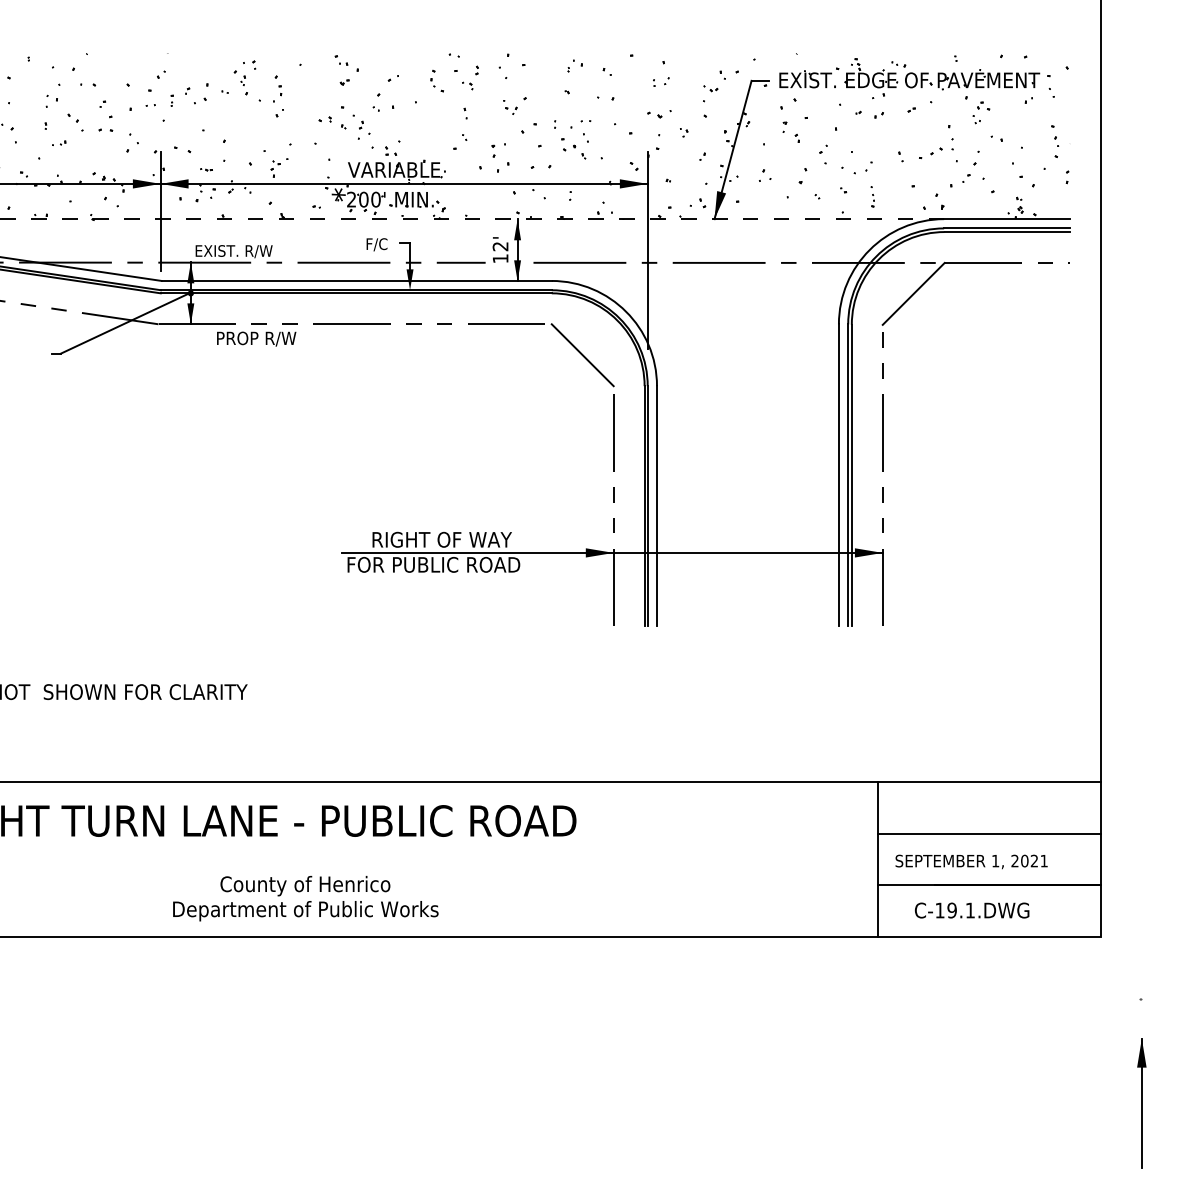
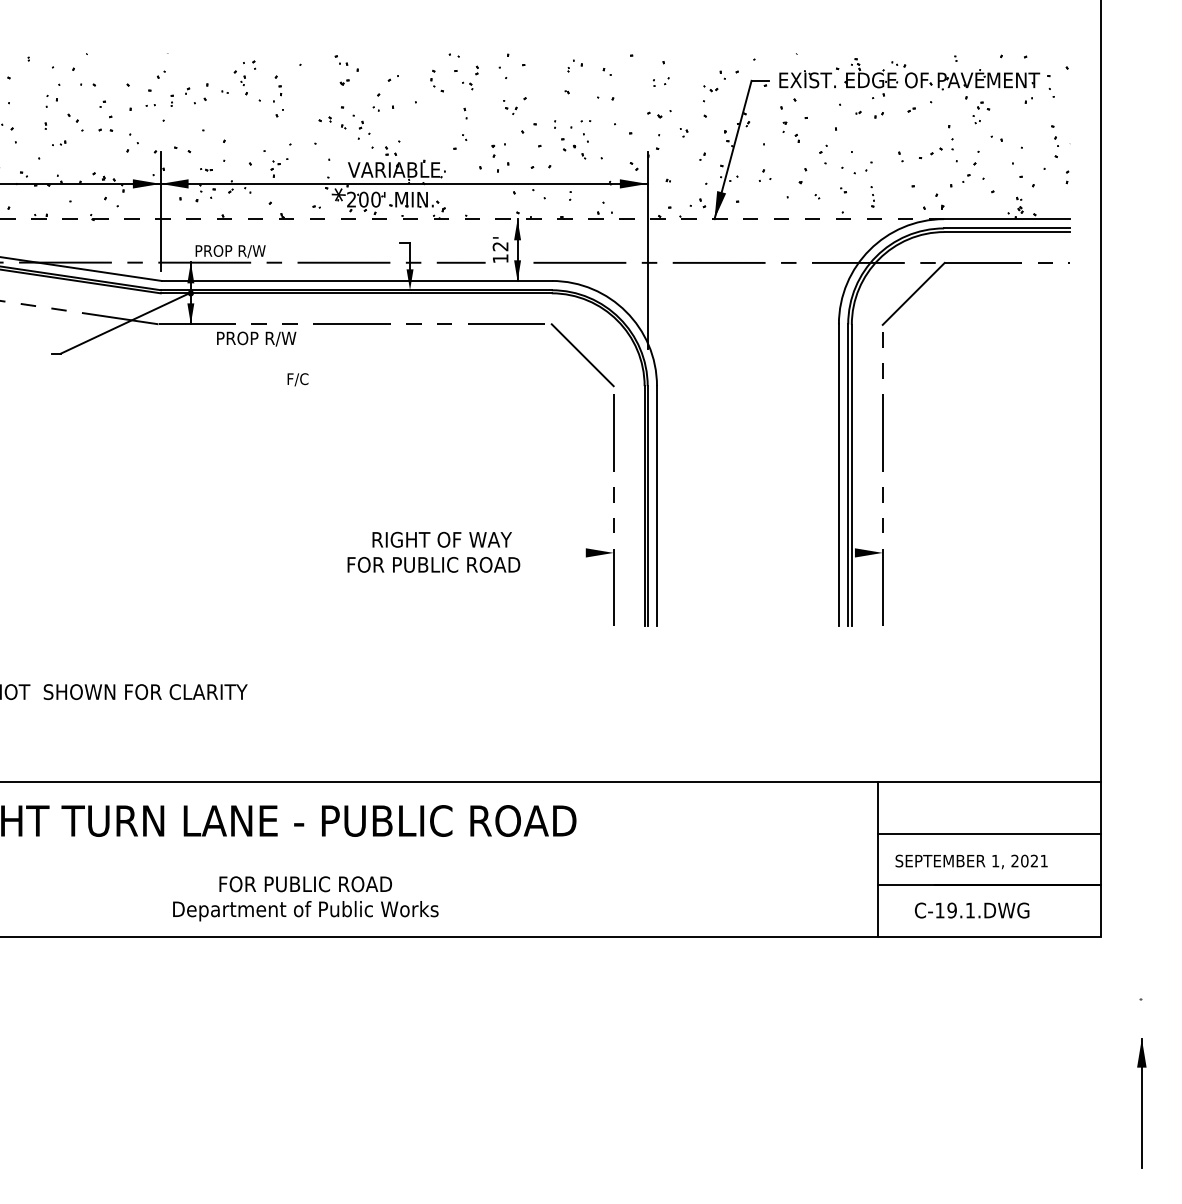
text at (376, 244) position: (376, 244) -> (297, 379)
text at (234, 251): EXIST. R/W -> PROP R/W
line at (611, 552): present -> none
text at (305, 885): County of Henrico -> FOR PUBLIC ROAD
